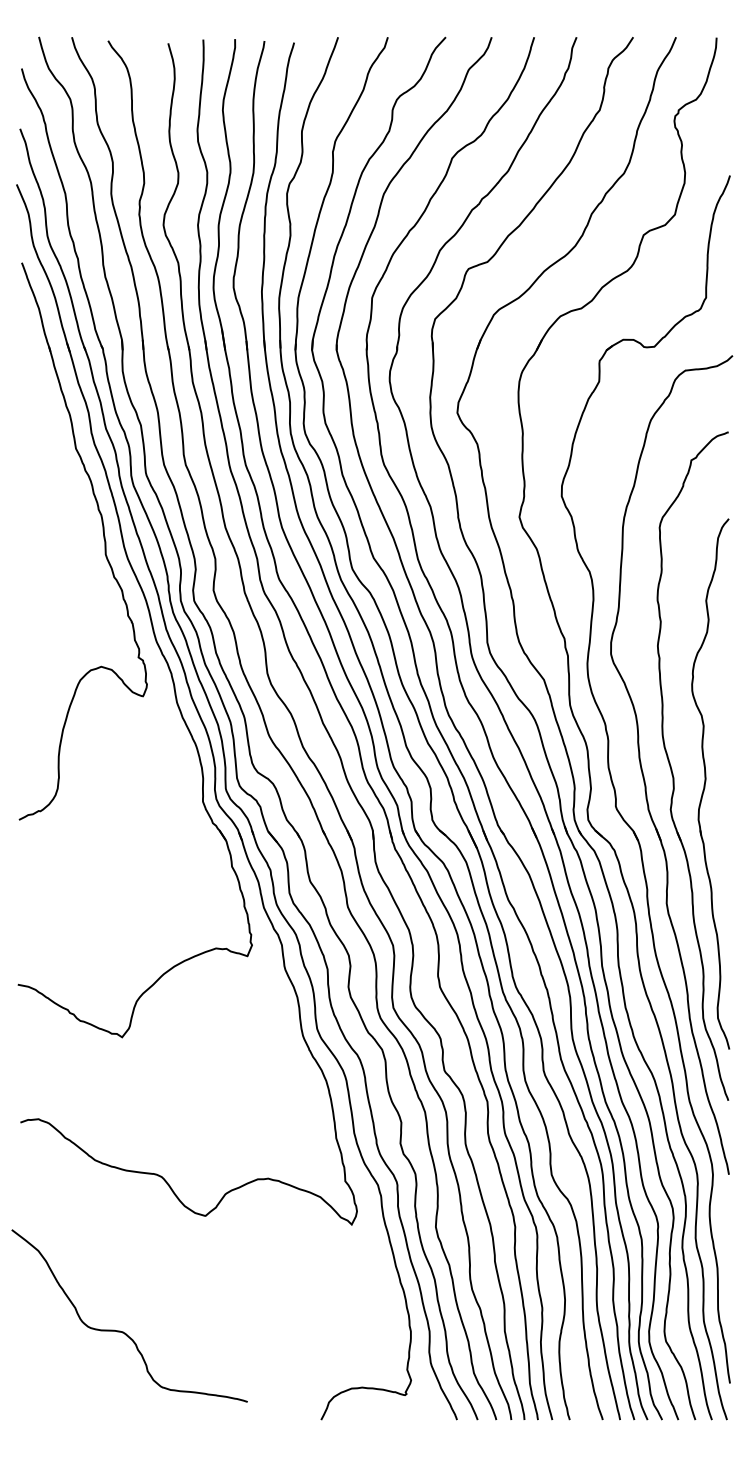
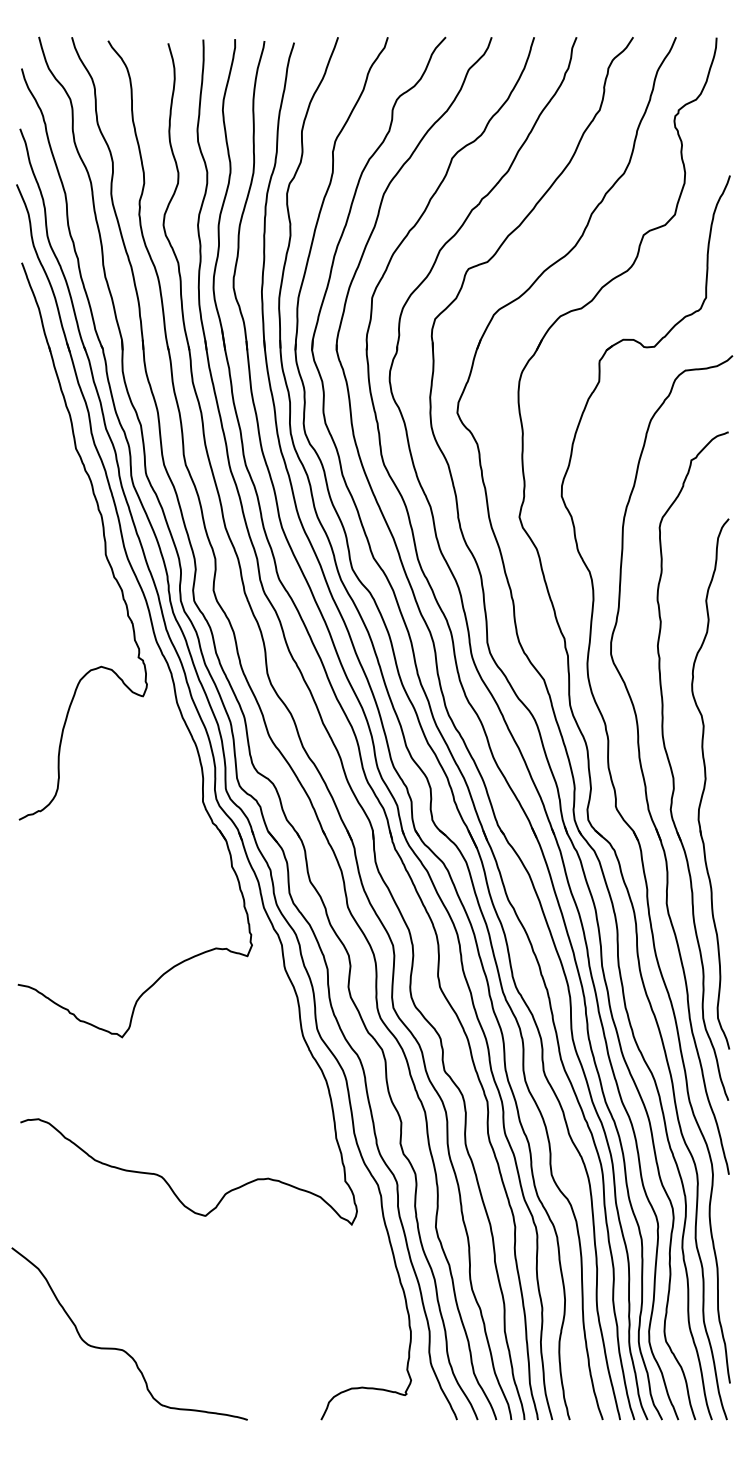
curve at (123, 1331) position: (123, 1331) -> (123, 1349)
